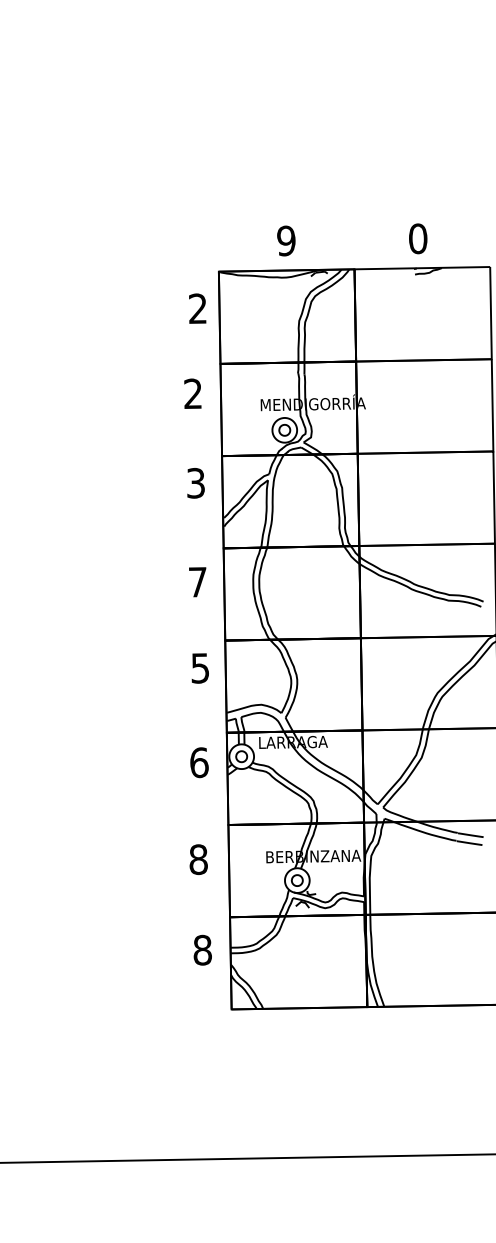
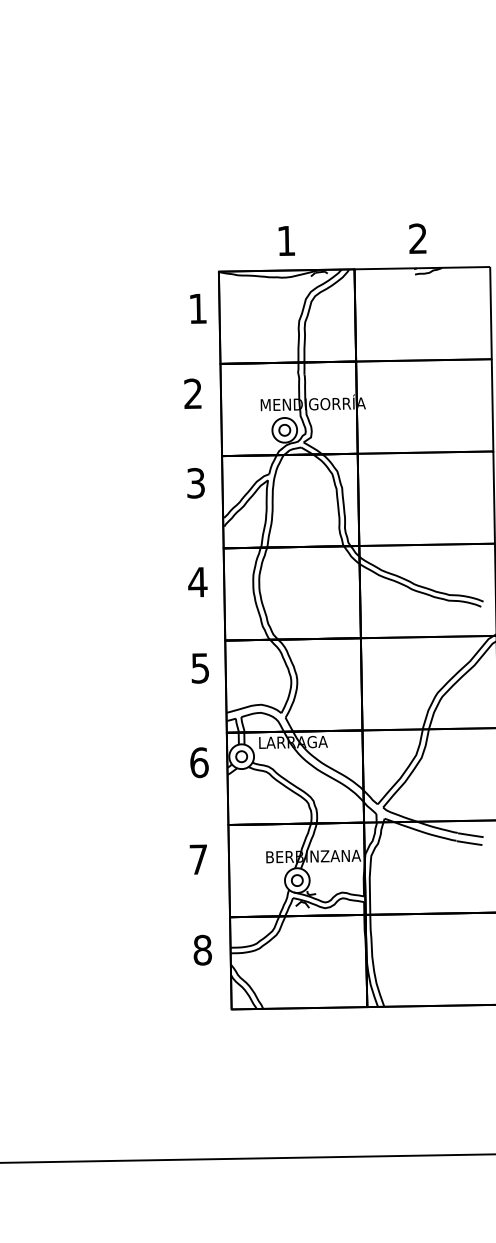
text at (418, 238): 0 -> 2
text at (286, 240): 9 -> 1
text at (197, 308): 2 -> 1
text at (197, 582): 7 -> 4
text at (198, 859): 8 -> 7
